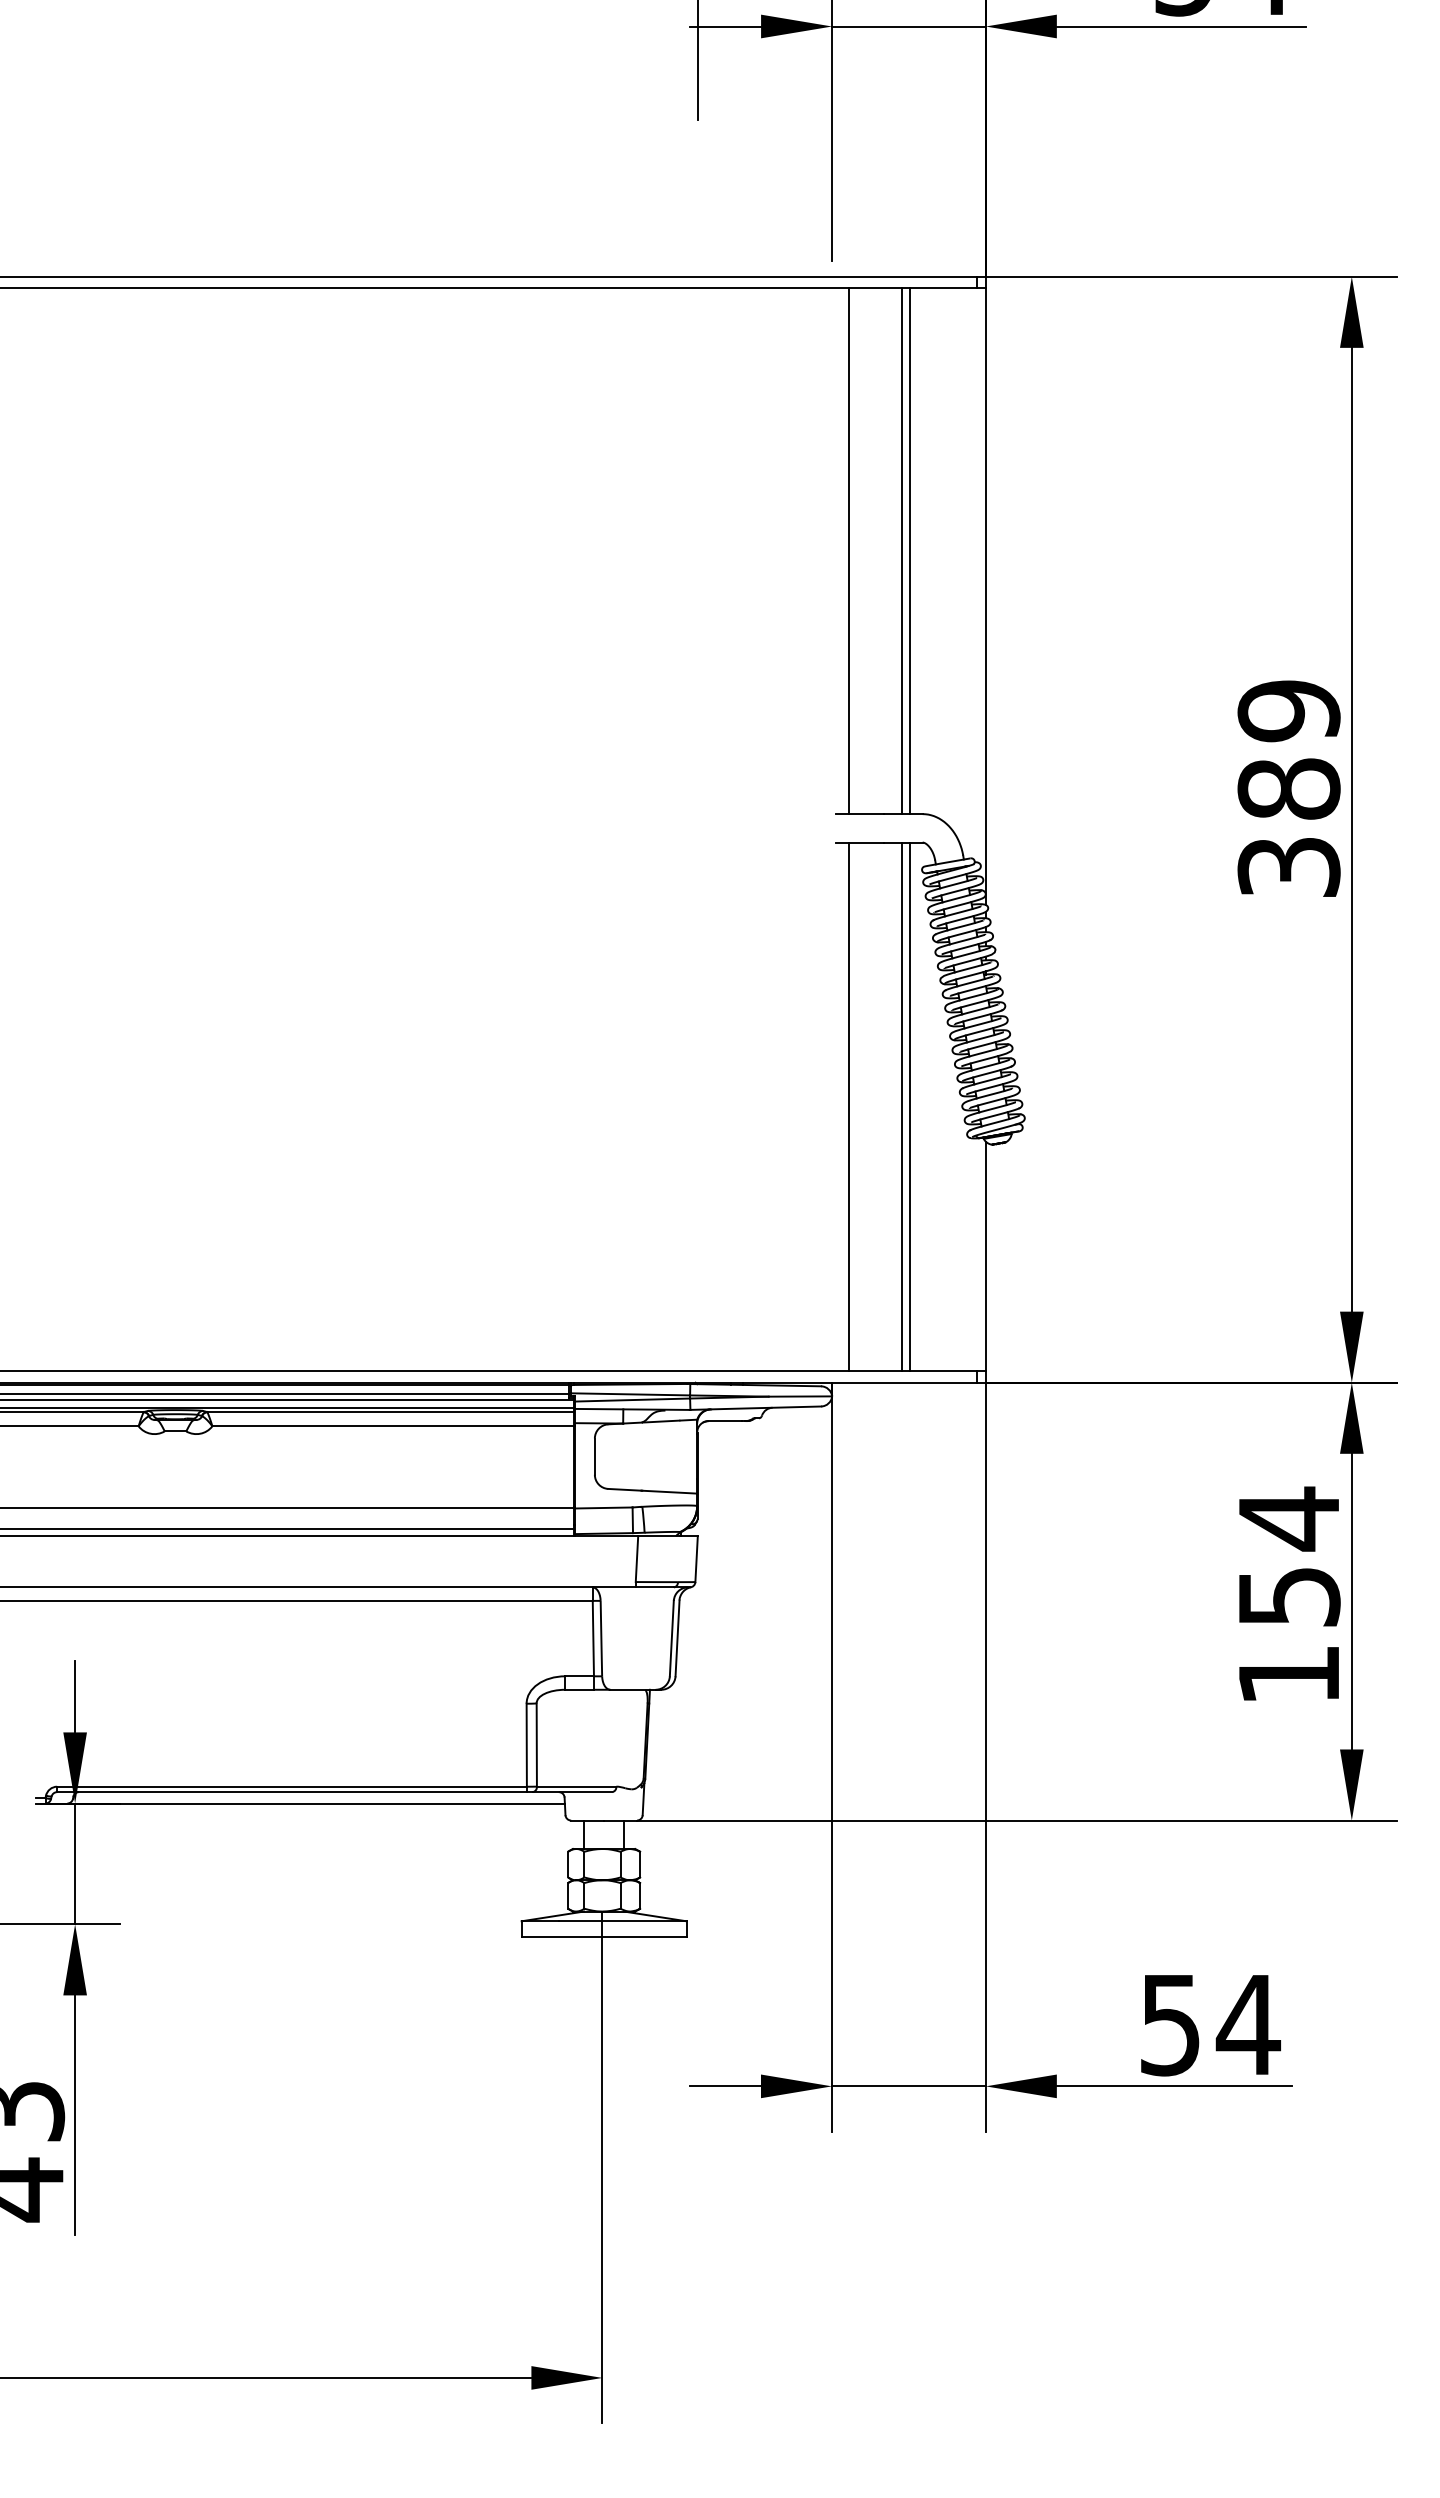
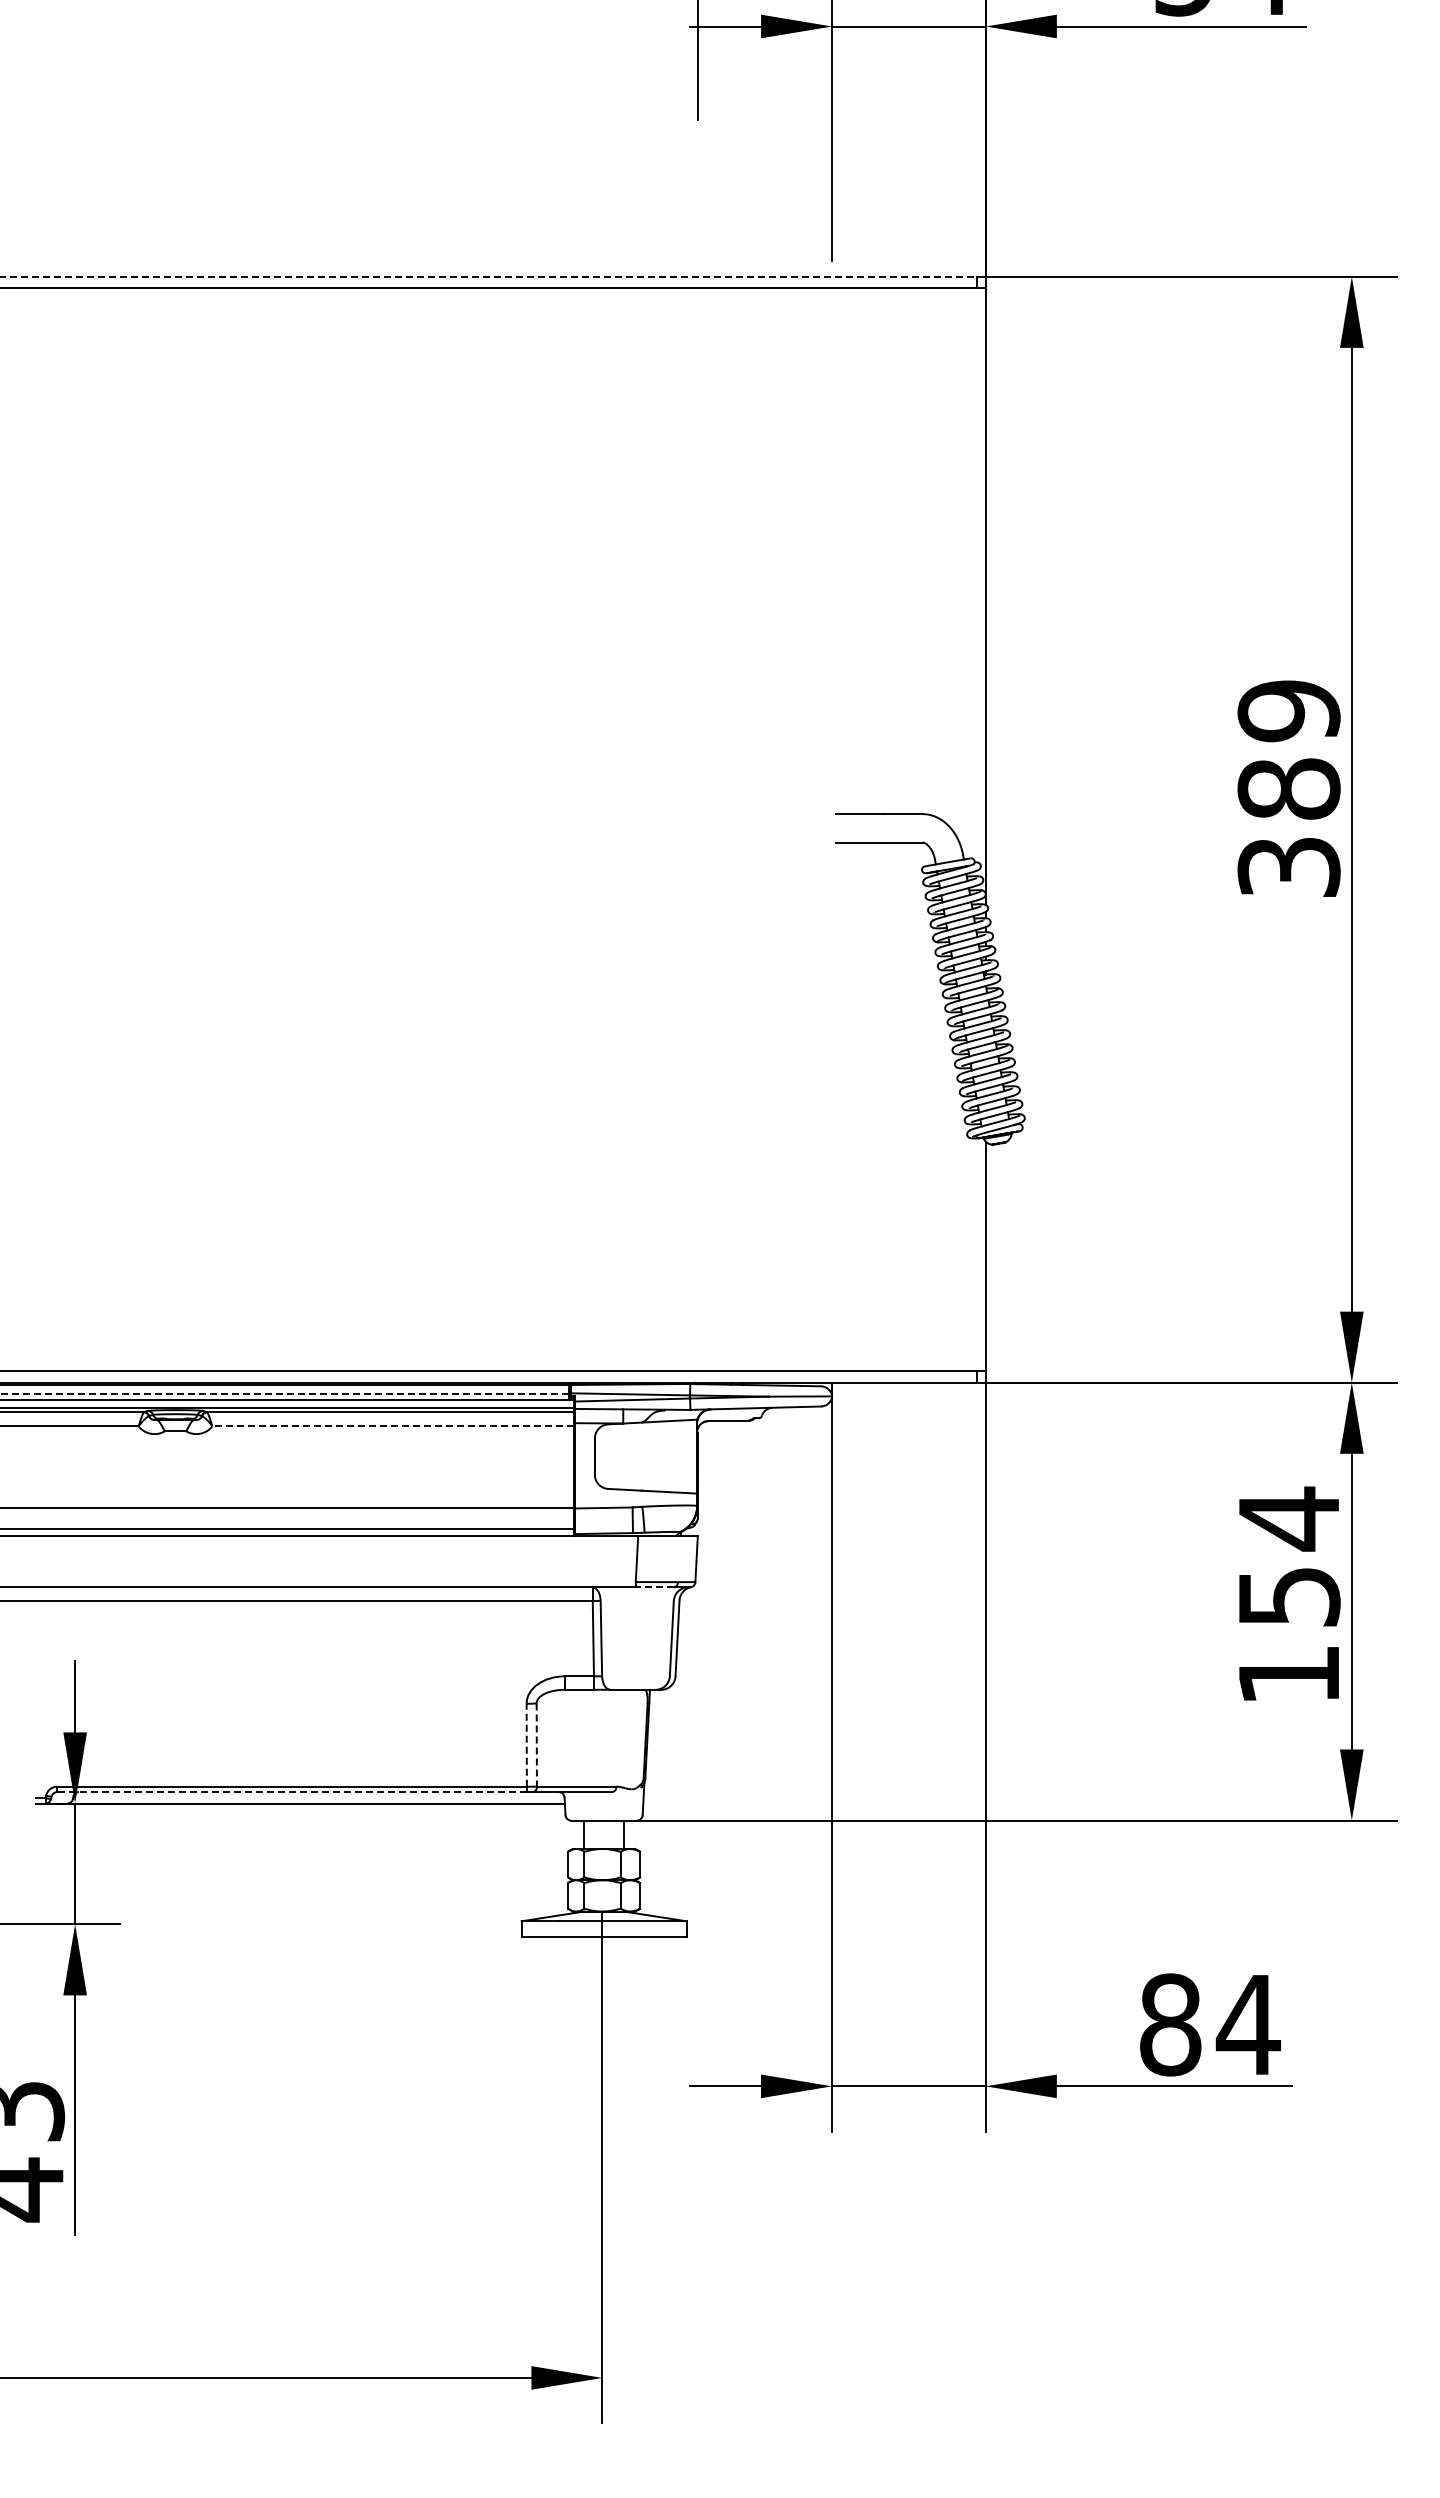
line at (489, 276): solid -> dashed
line at (849, 551): present -> none
line at (901, 551): present -> none
line at (909, 551): present -> none
line at (849, 1106): present -> none
line at (901, 1106): present -> none
line at (909, 1106): present -> none
line at (284, 1393): solid -> dashed
line at (392, 1426): solid -> dashed
line at (654, 1587): solid -> dashed
line at (526, 1744): solid -> dashed
line at (536, 1745): solid -> dashed
line at (292, 1792): solid -> dashed
text at (1170, 2024): 54 -> 84
